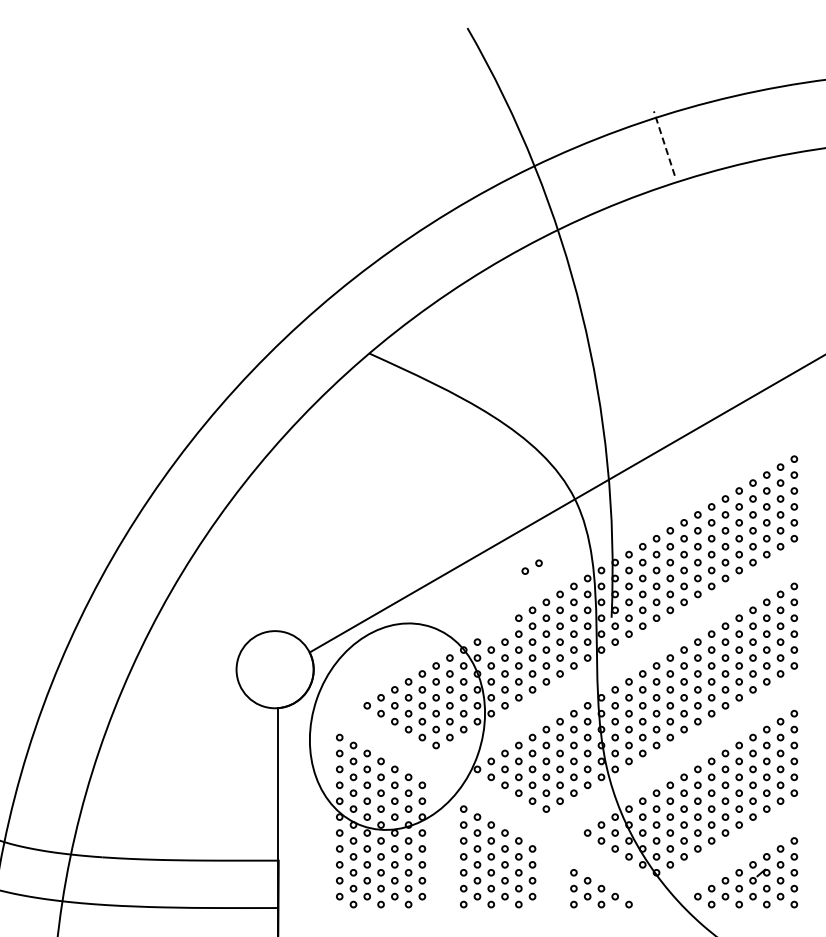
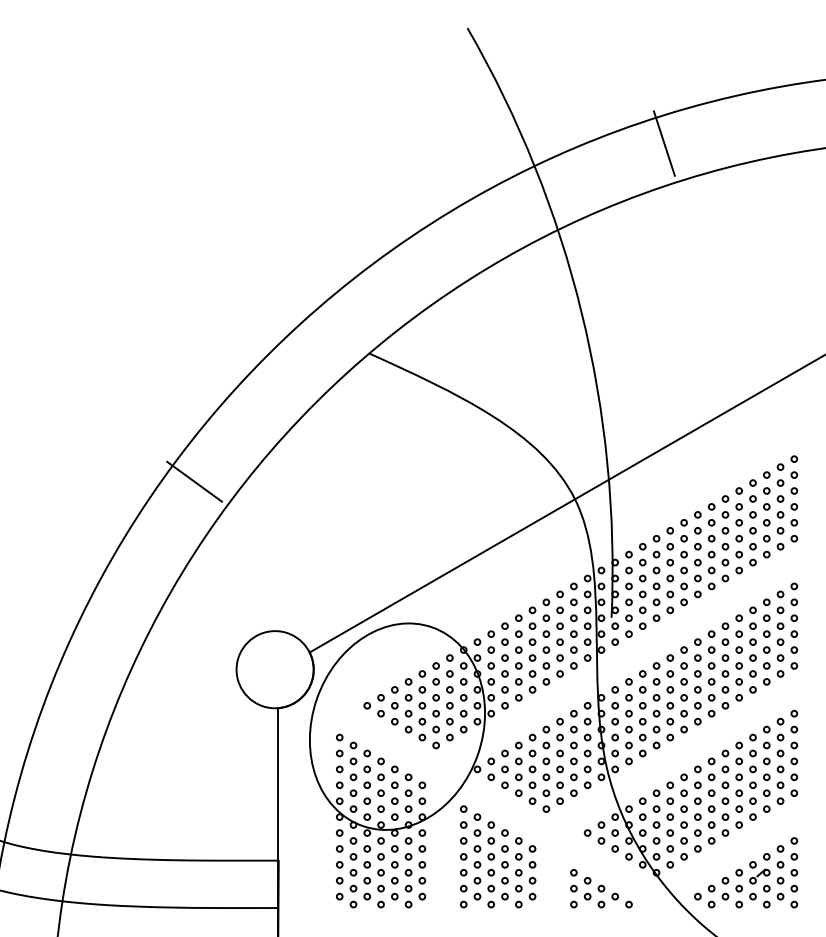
line at (664, 143): dashed -> solid
line at (194, 481): none -> present
part at (531, 566) position: (531, 566) -> (497, 629)
